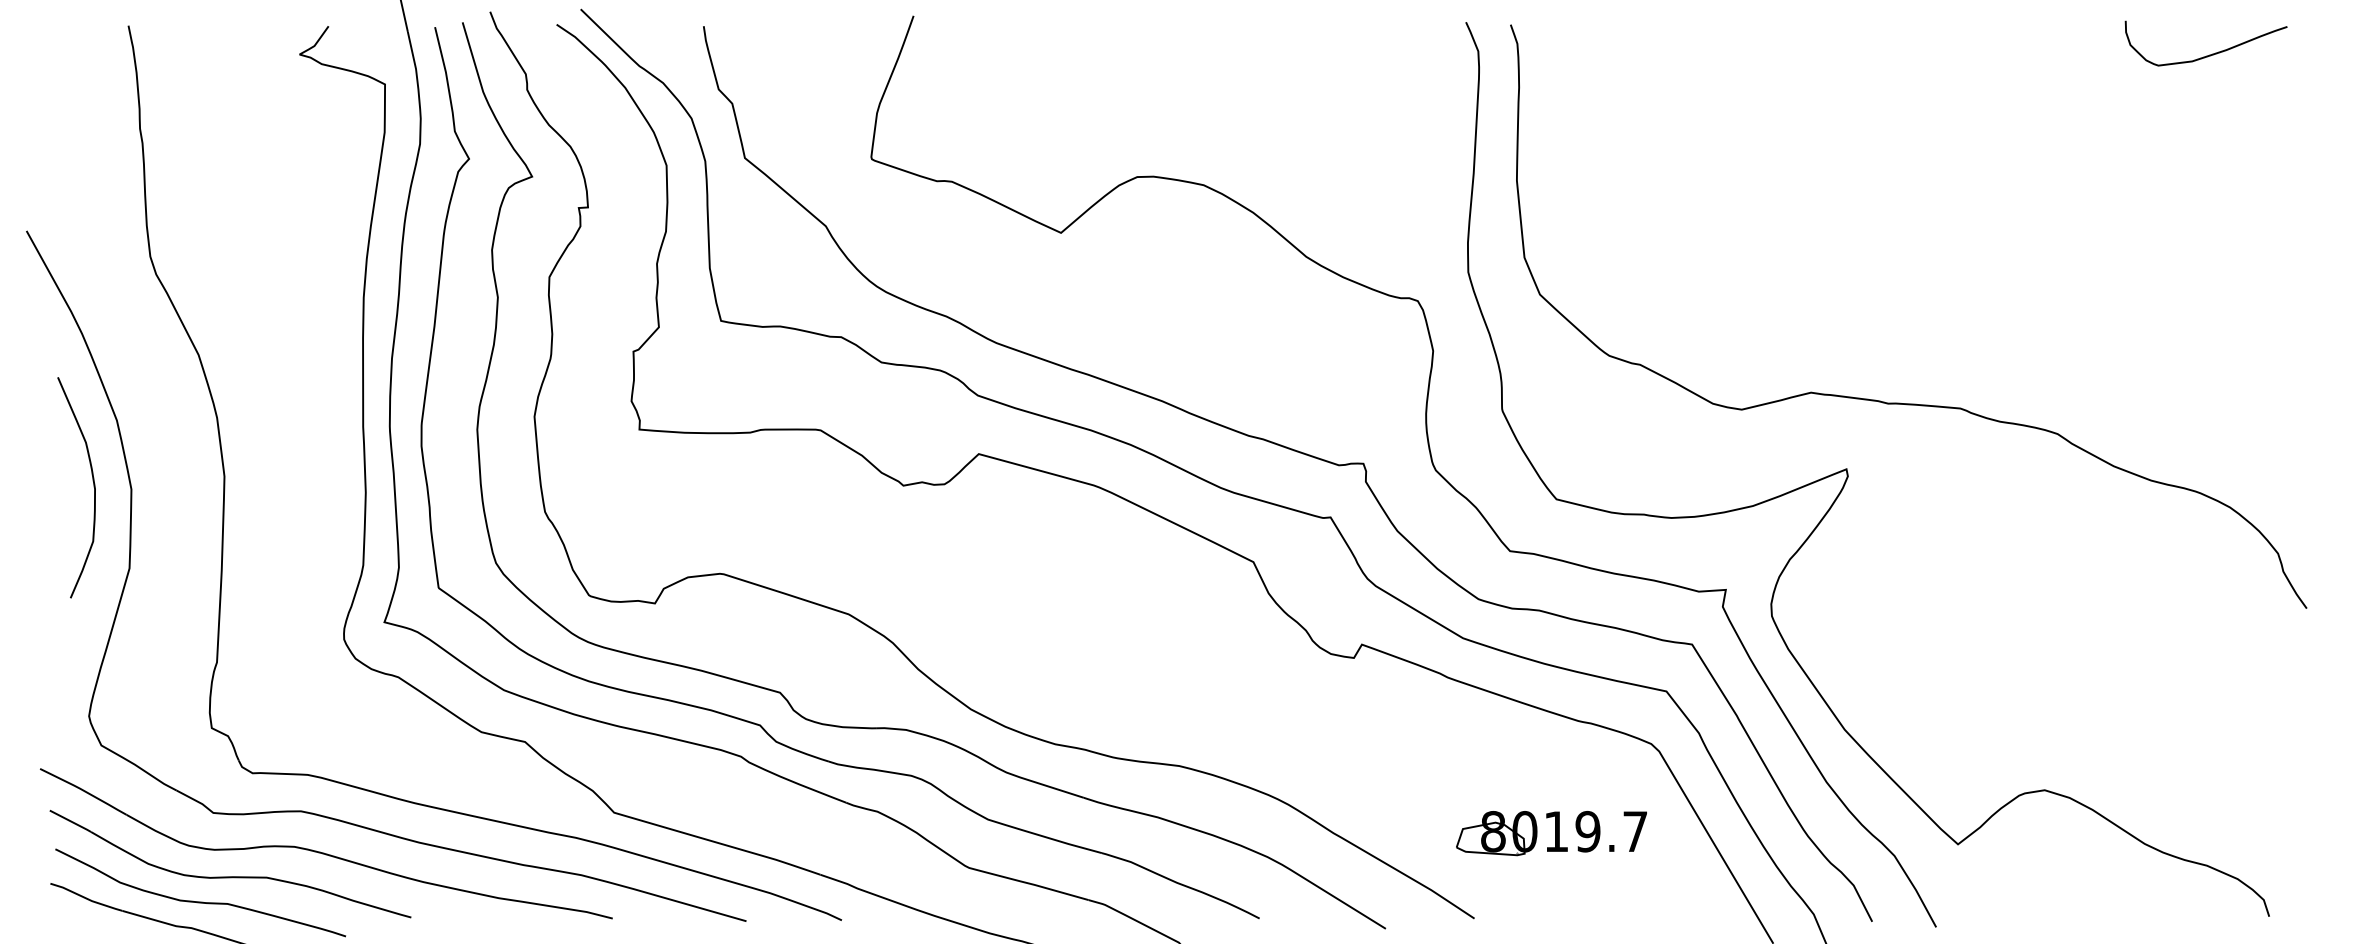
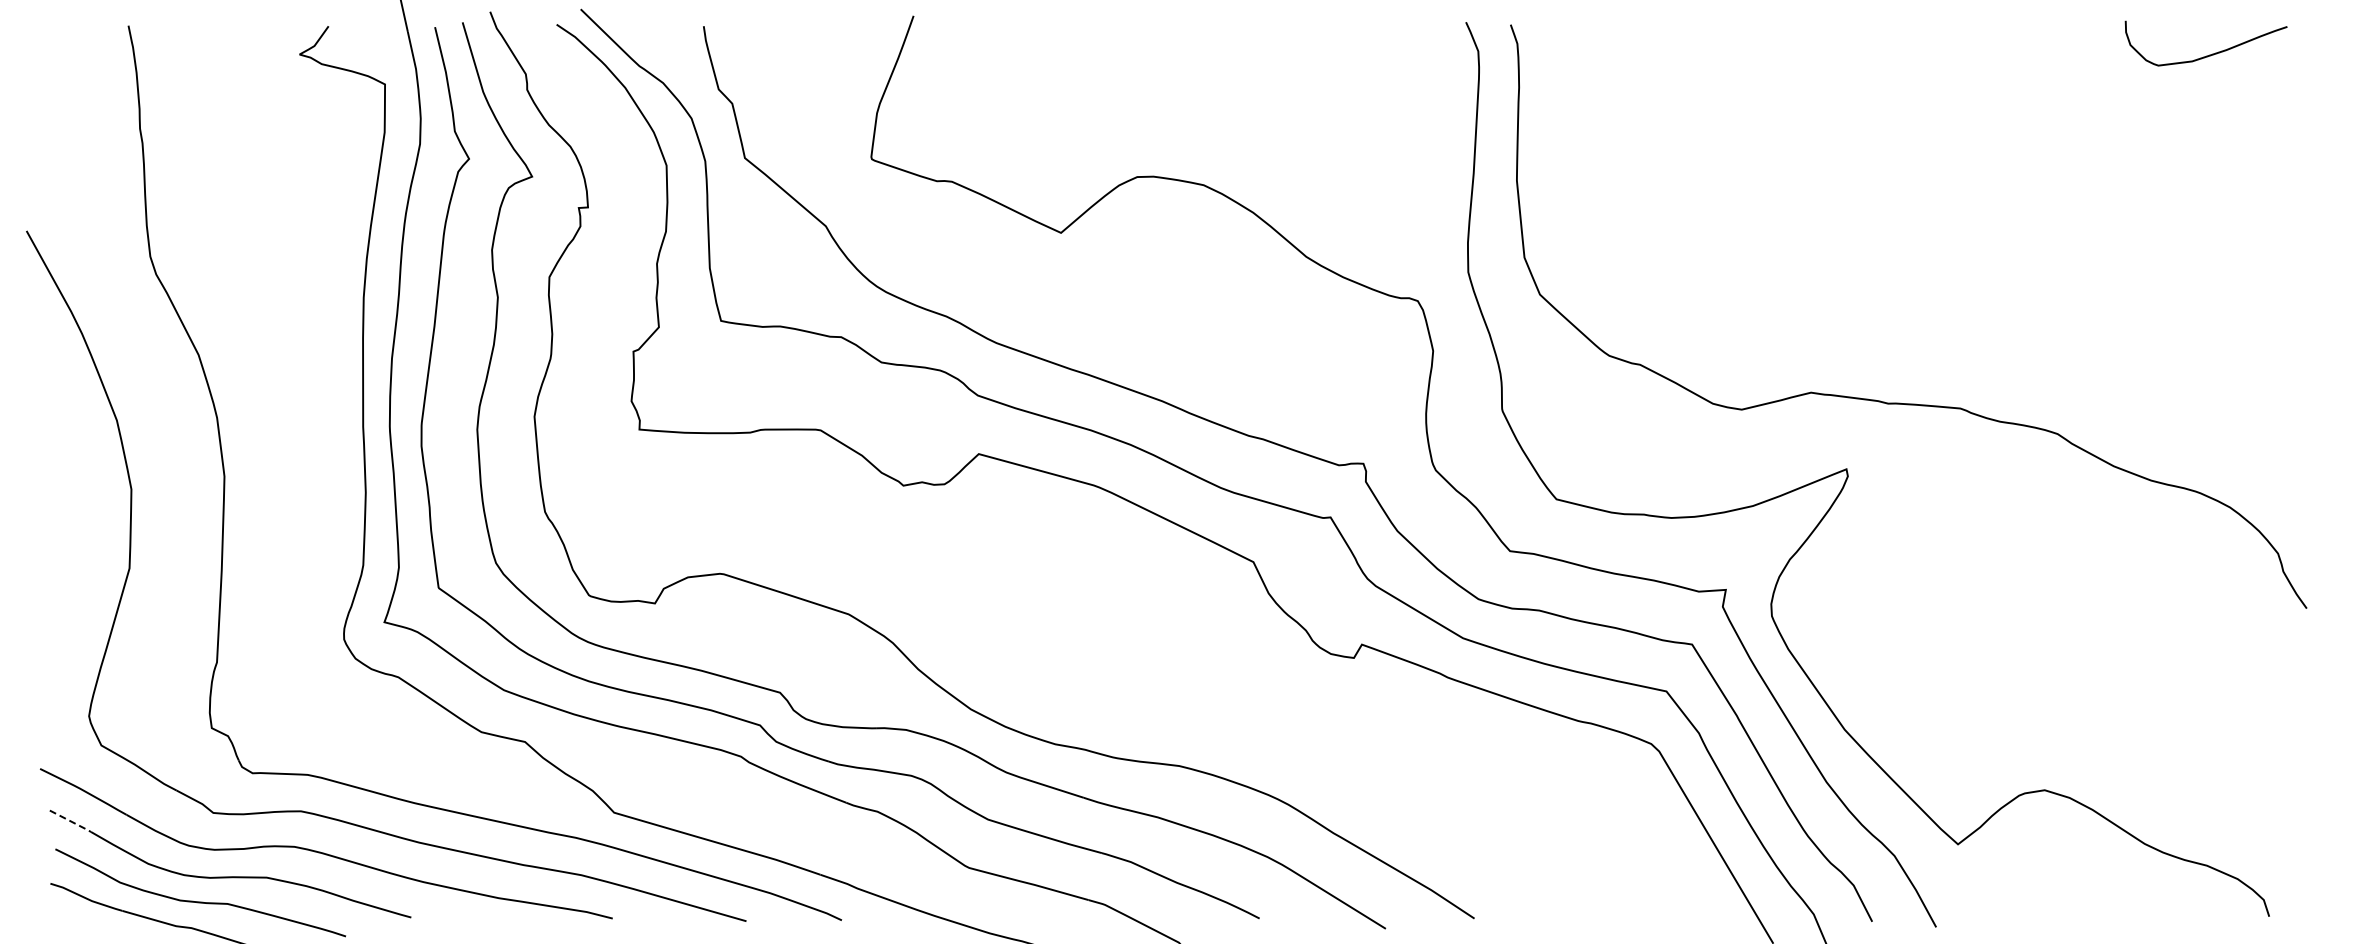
curve at (93, 487): present -> none
line at (71, 821): solid -> dashed
part at (1551, 833): present -> none
